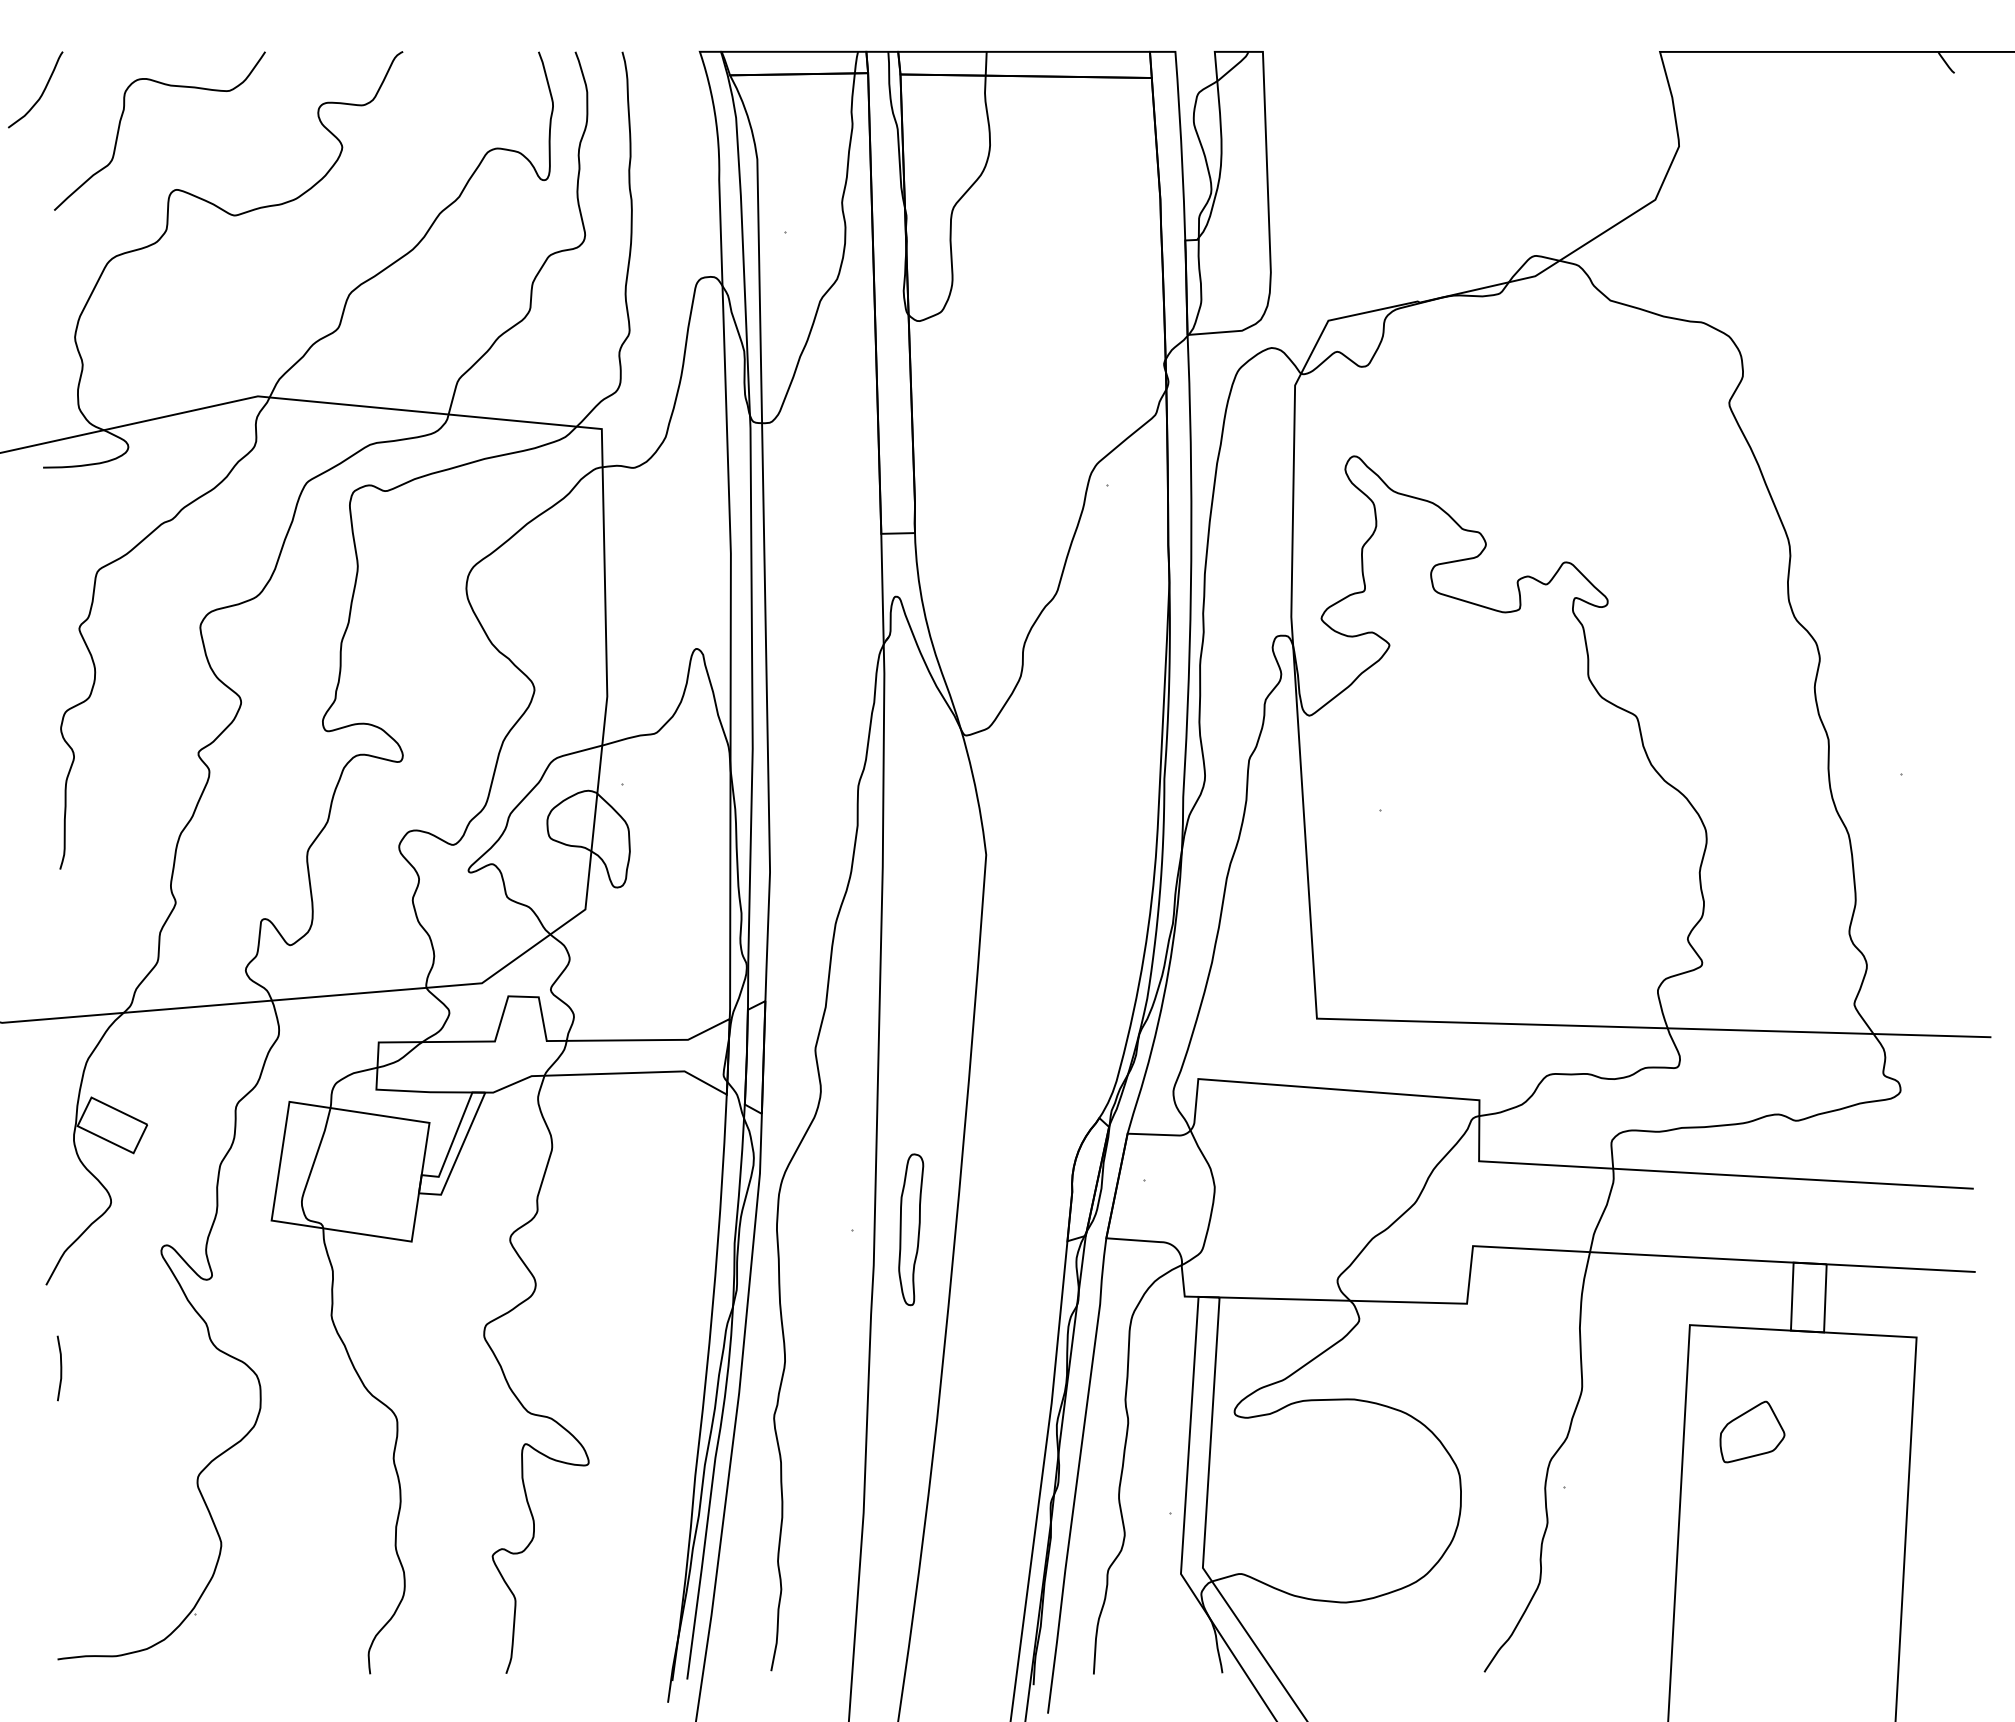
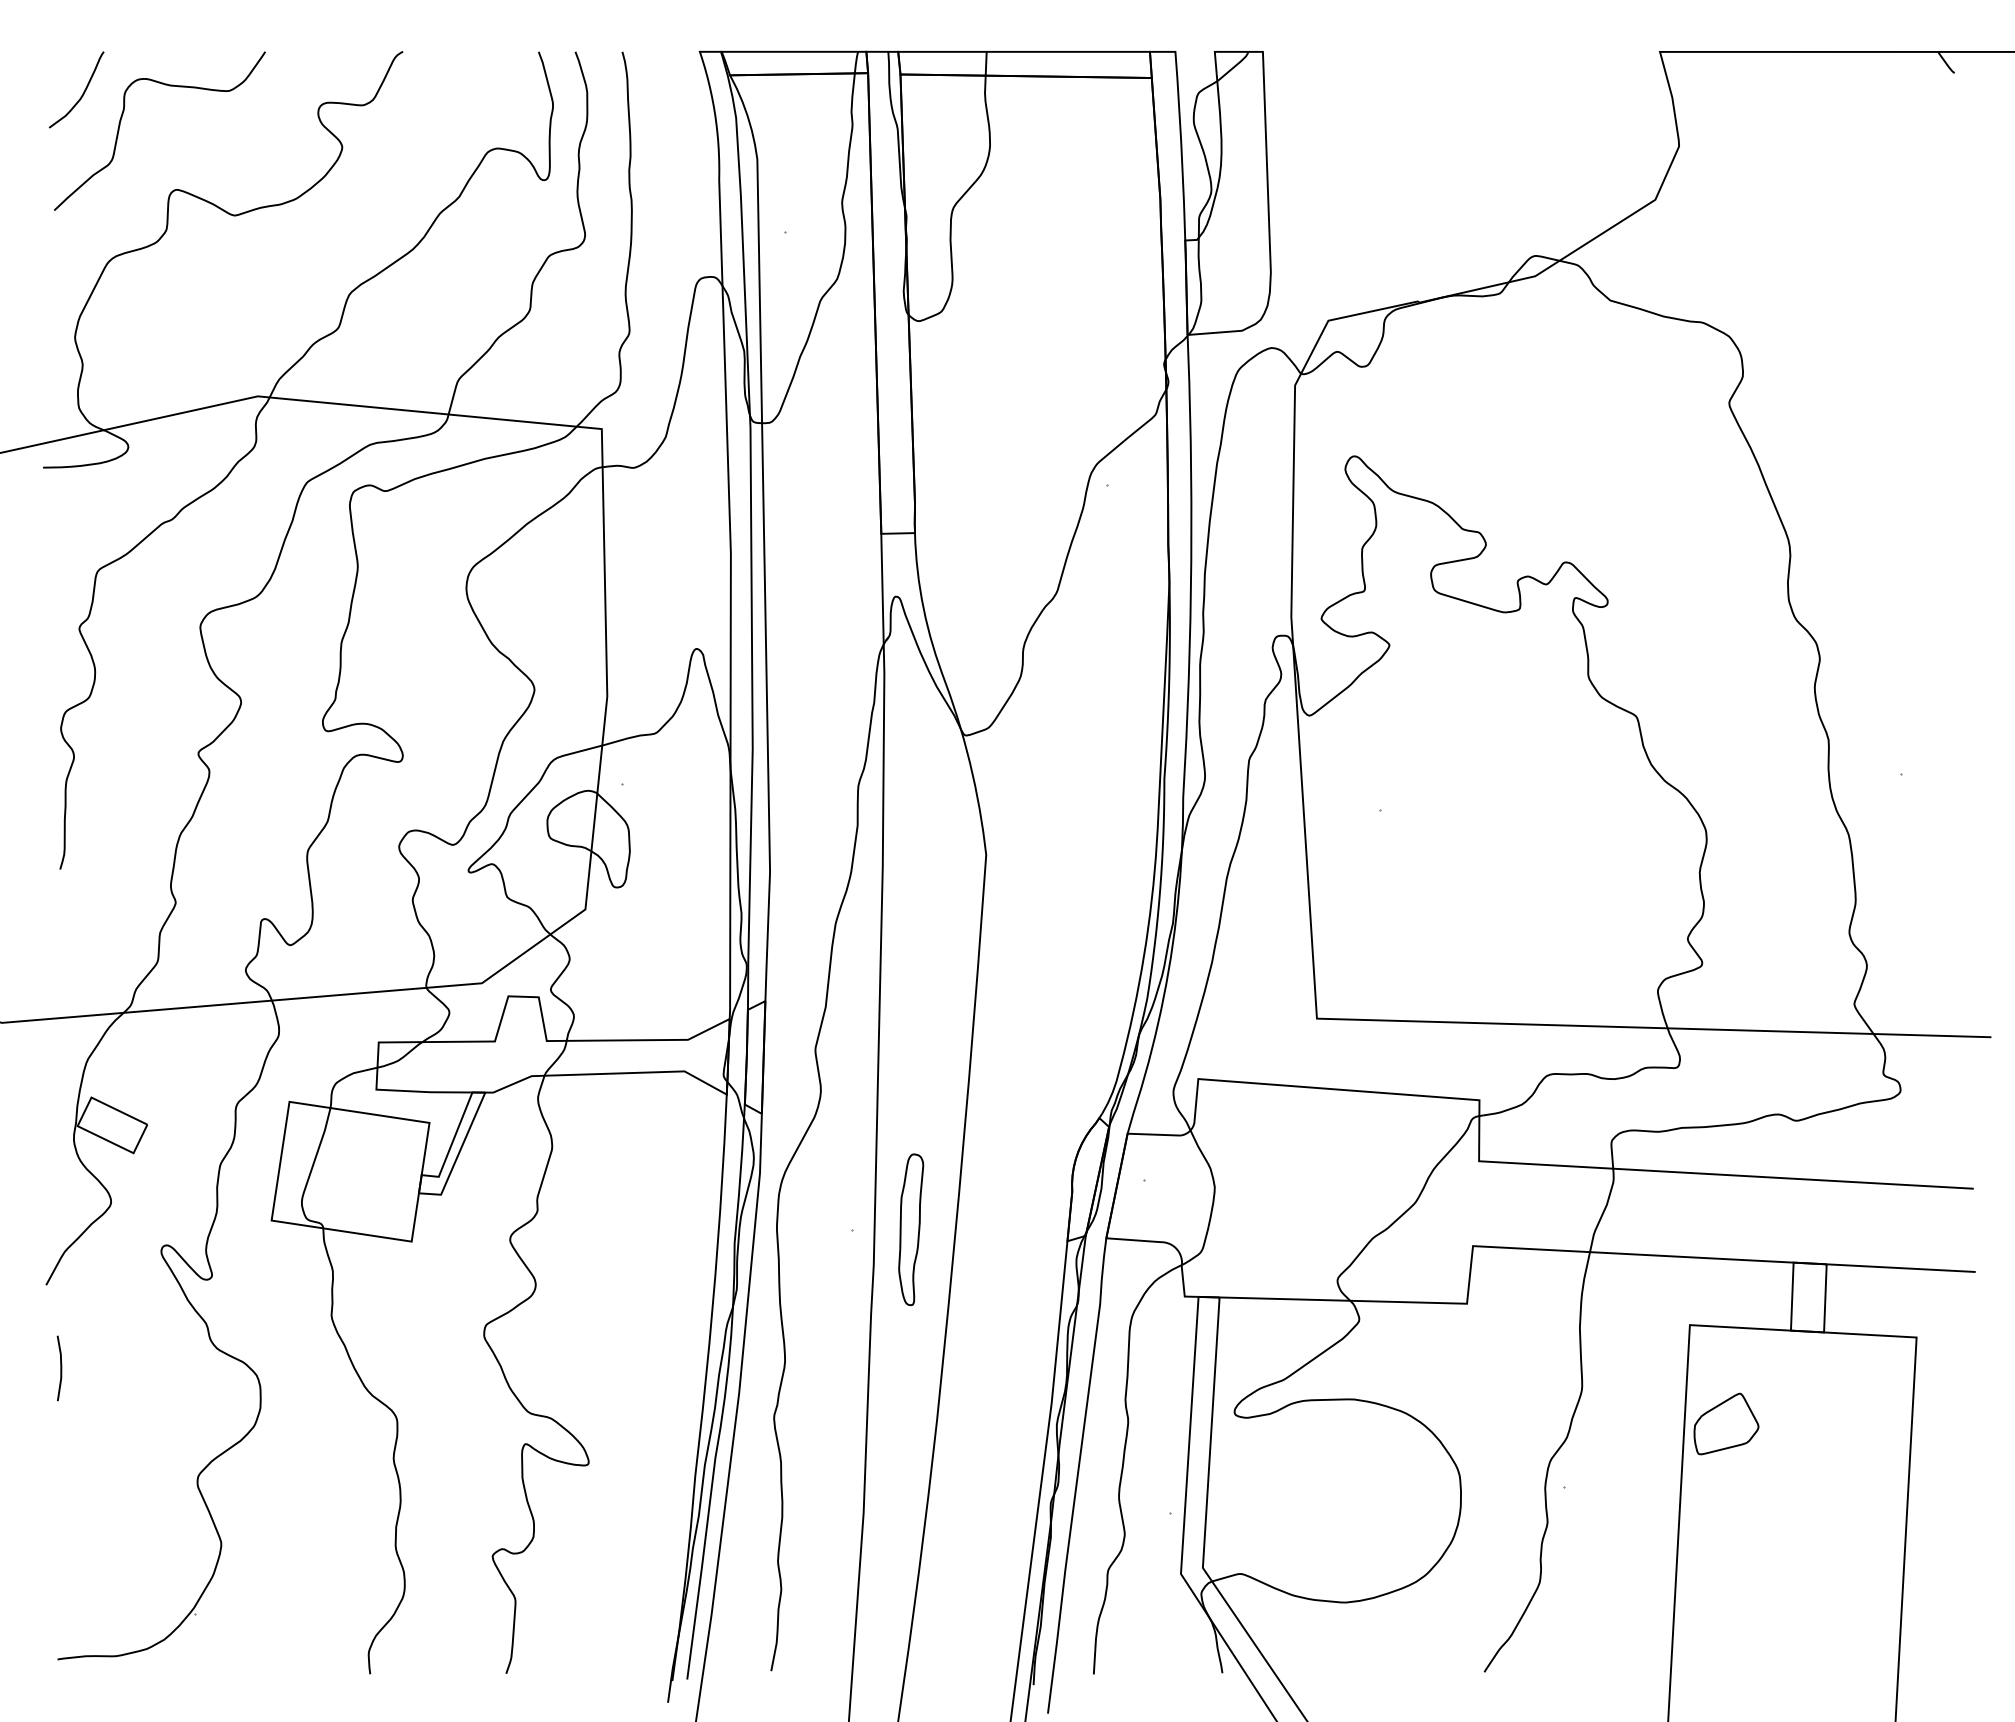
curve at (41, 93) position: (41, 93) -> (82, 93)
part at (1752, 1431) position: (1752, 1431) -> (1726, 1423)
